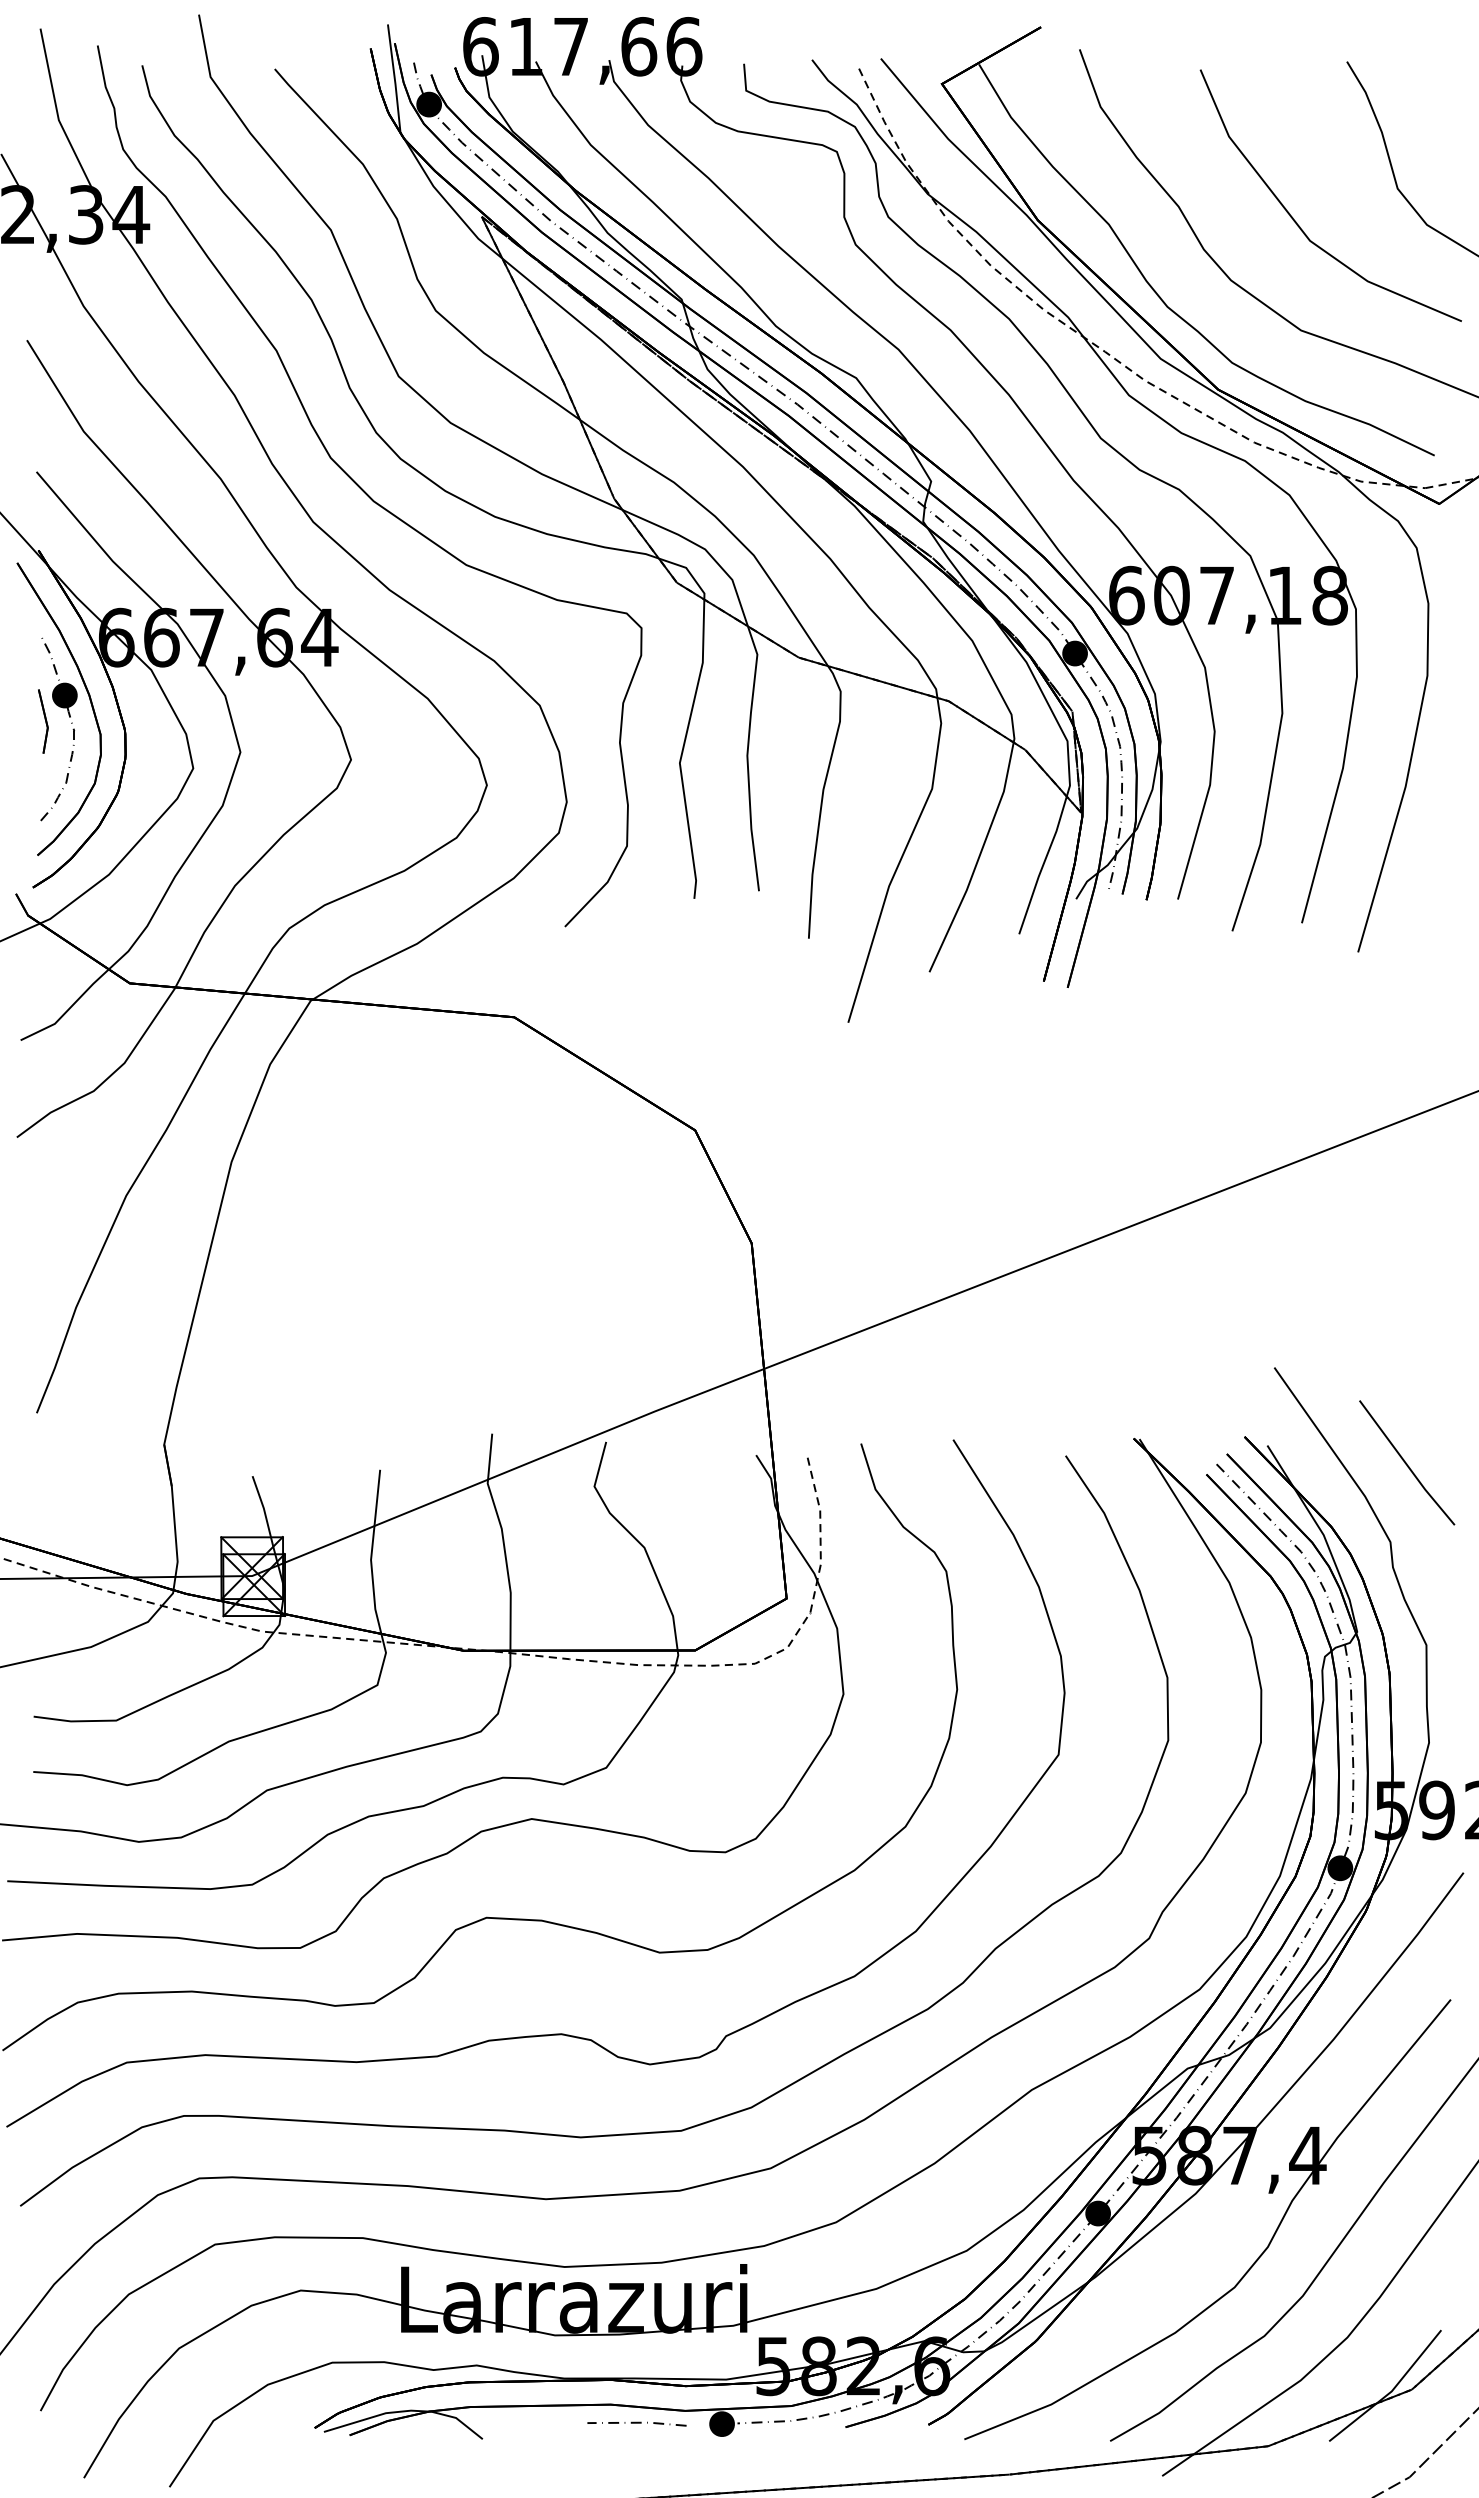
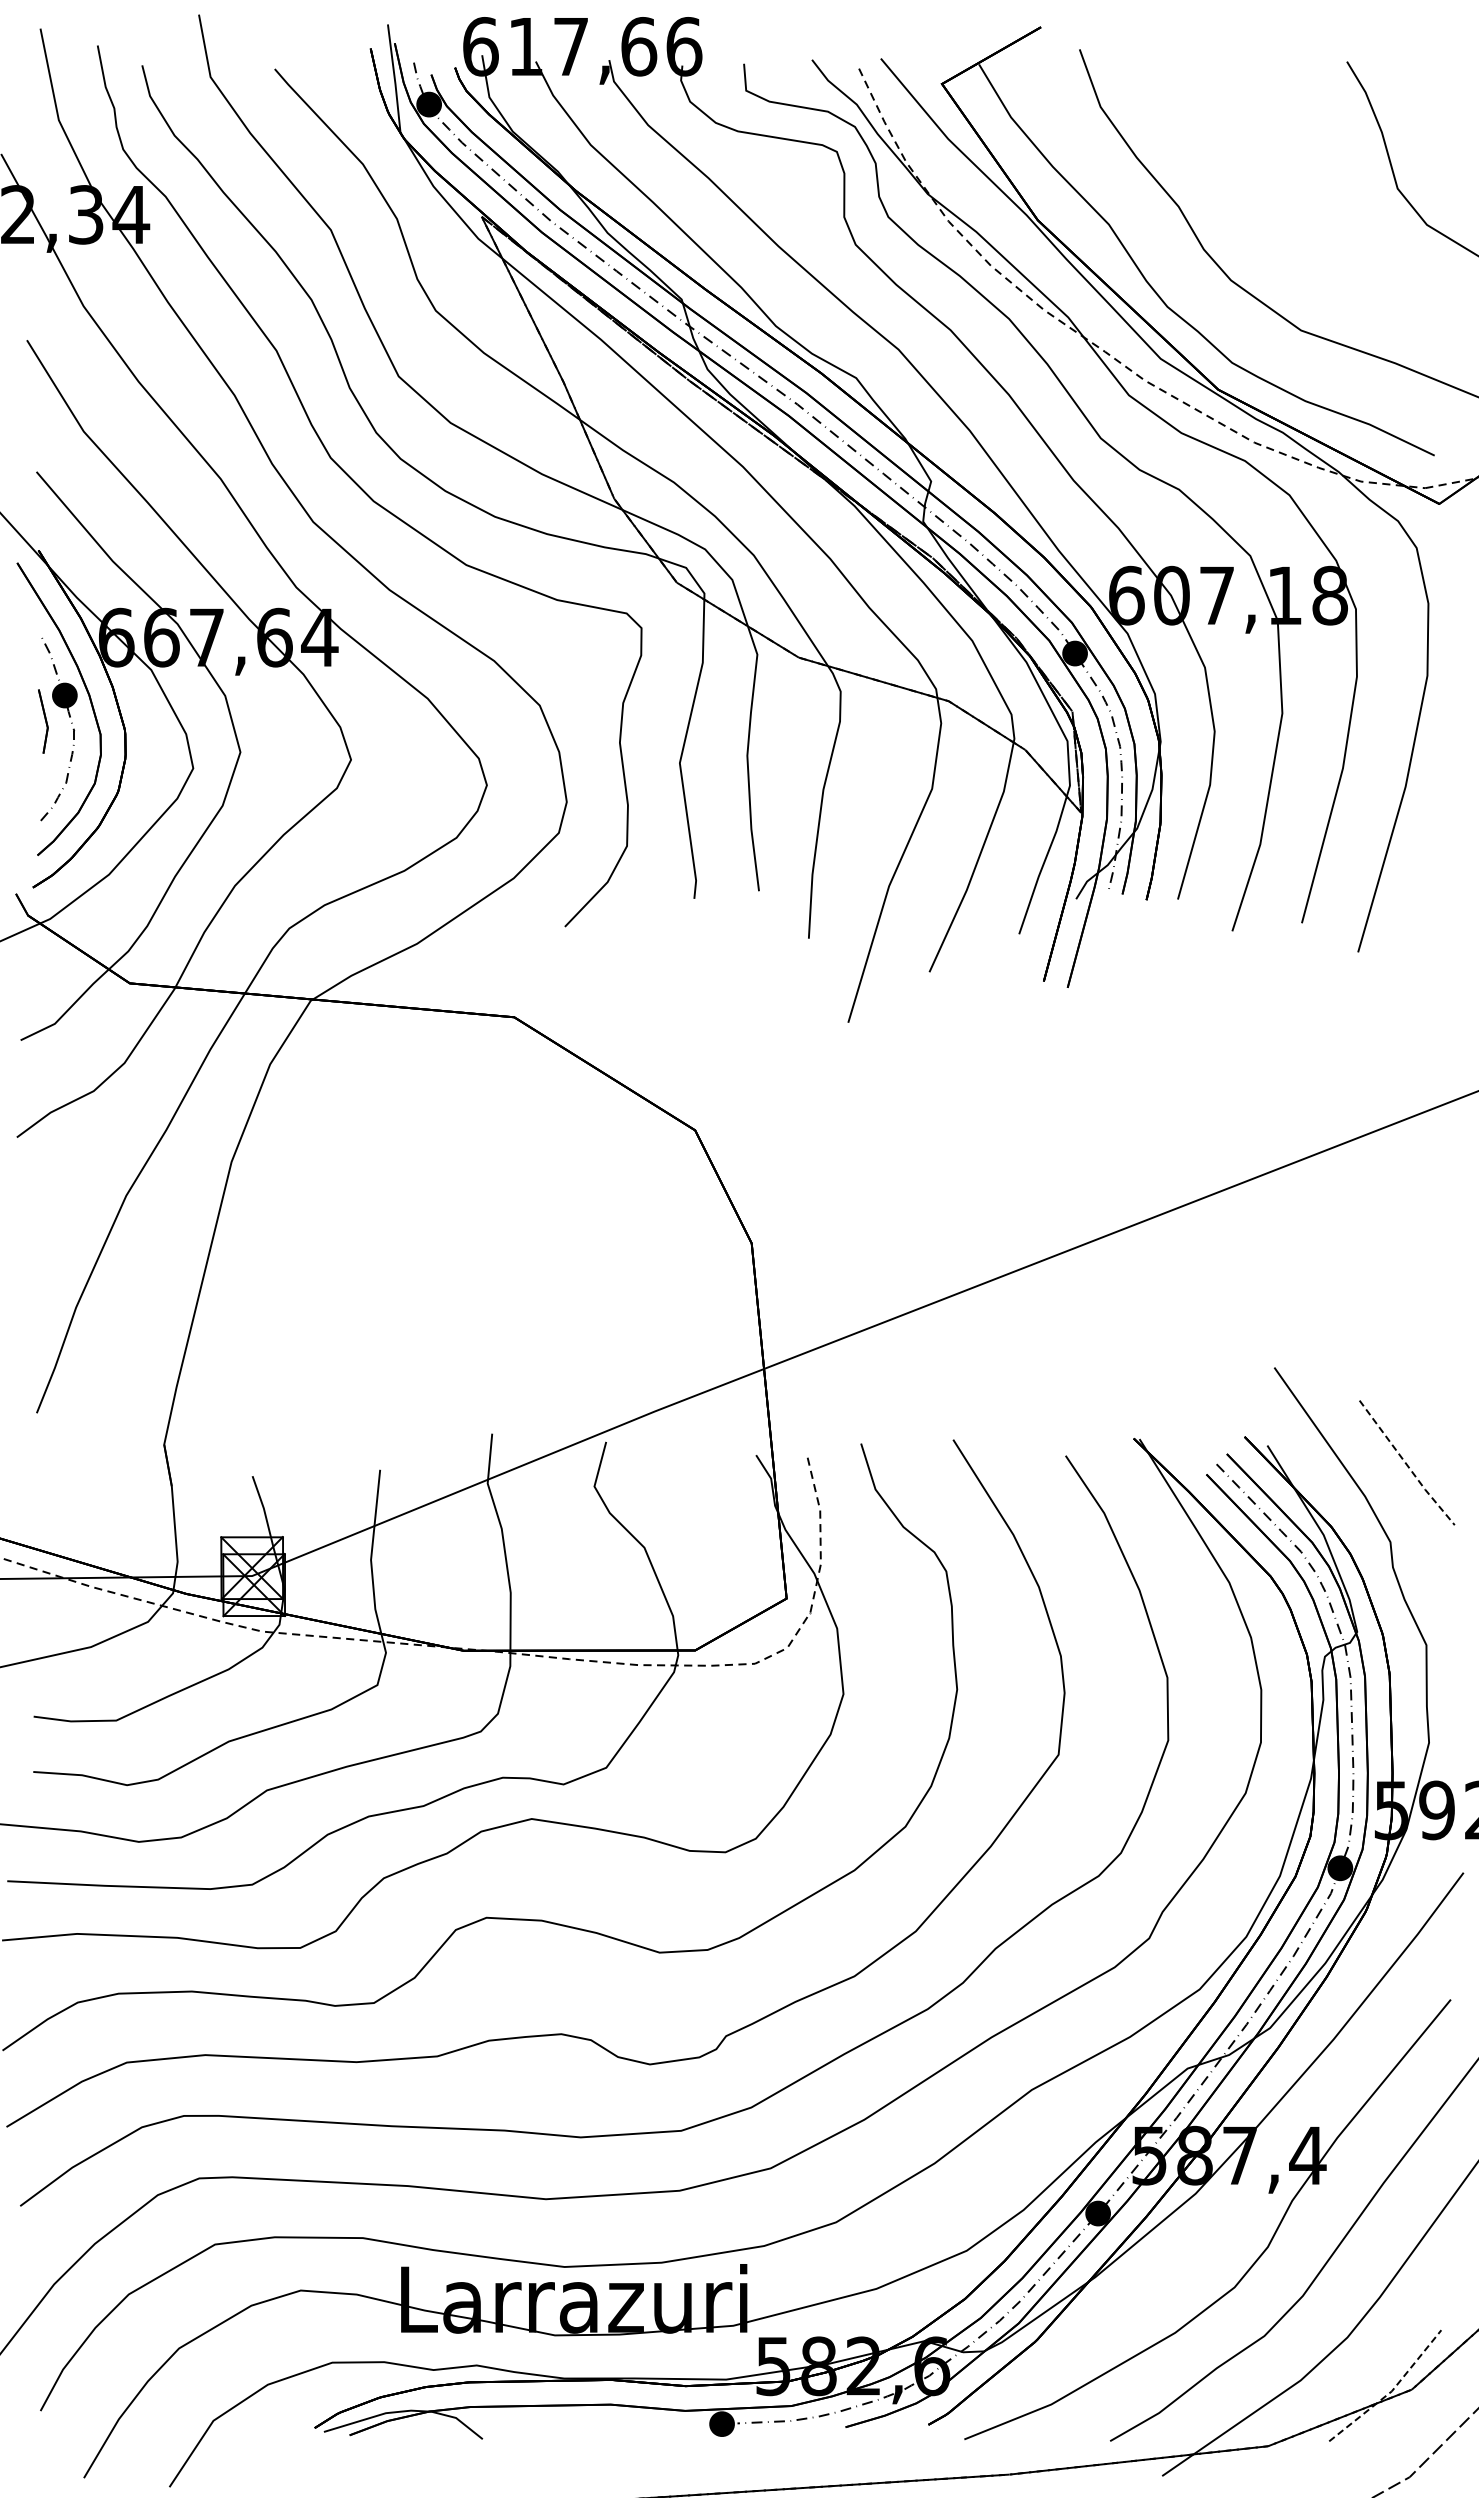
line at (1296, 221): present -> none
line at (1406, 1464): solid -> dashed
line at (1391, 2391): solid -> dashed
line at (636, 2423): present -> none
